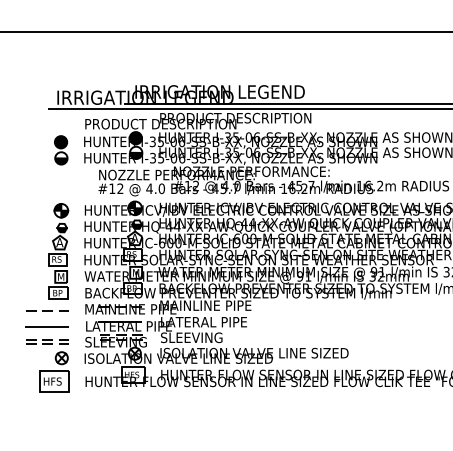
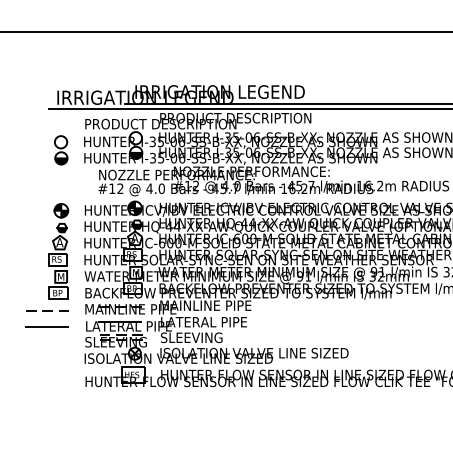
fill at (135, 138): present -> none
fill at (60, 142): present -> none
part at (47, 365): present -> none
